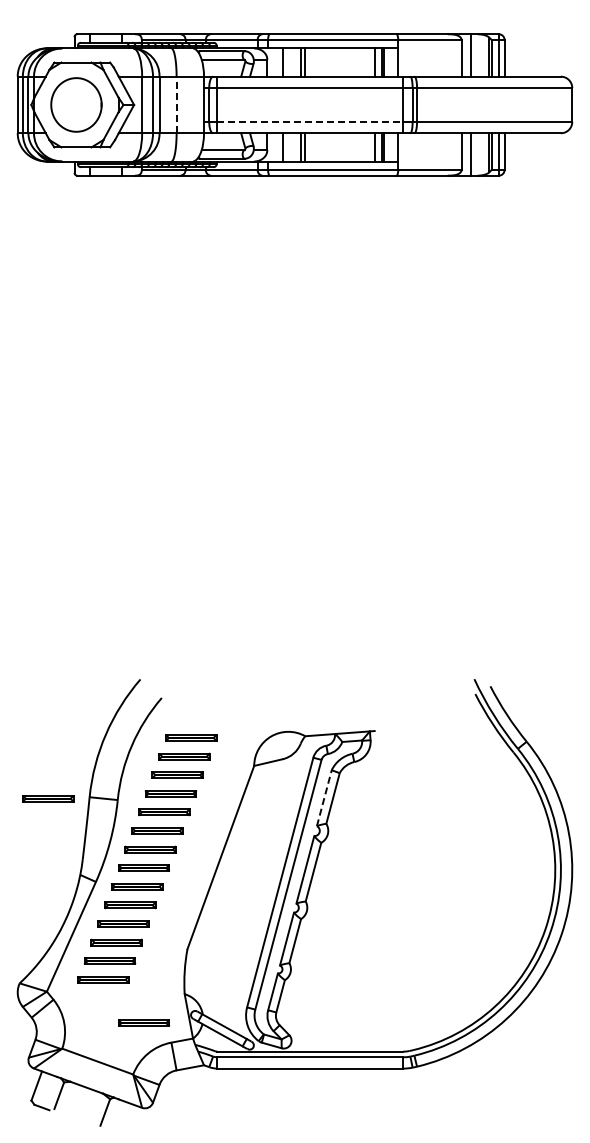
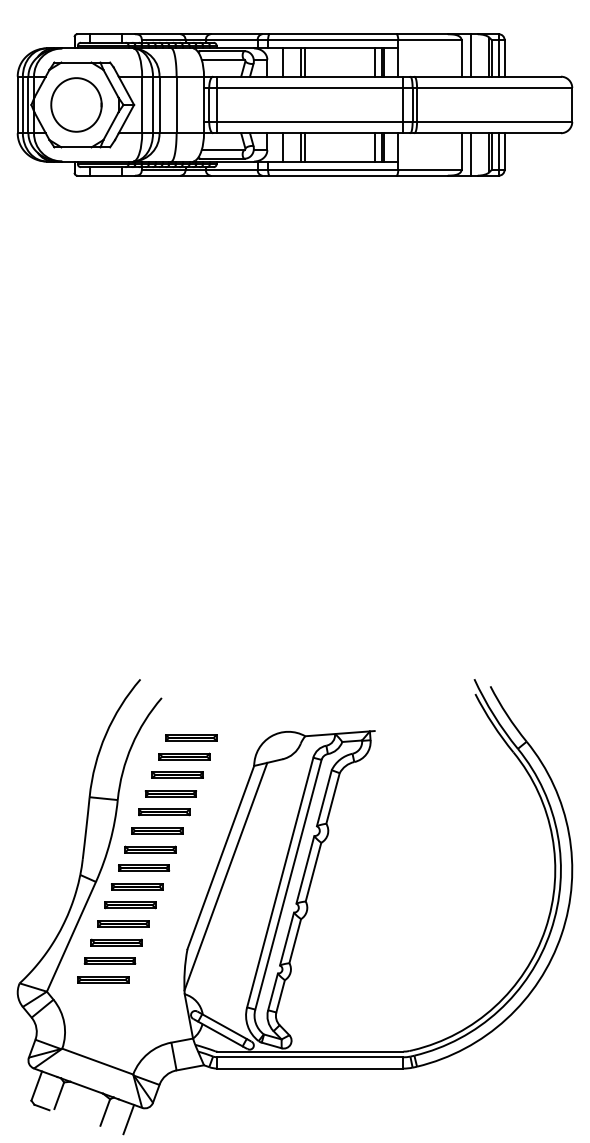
line at (176, 104): dashed -> solid
line at (310, 121): dashed -> solid
part at (48, 798): present -> none
line at (324, 798): dashed -> solid
line at (225, 876): none -> present
part at (143, 1022): present -> none
line at (128, 1119): none -> present
